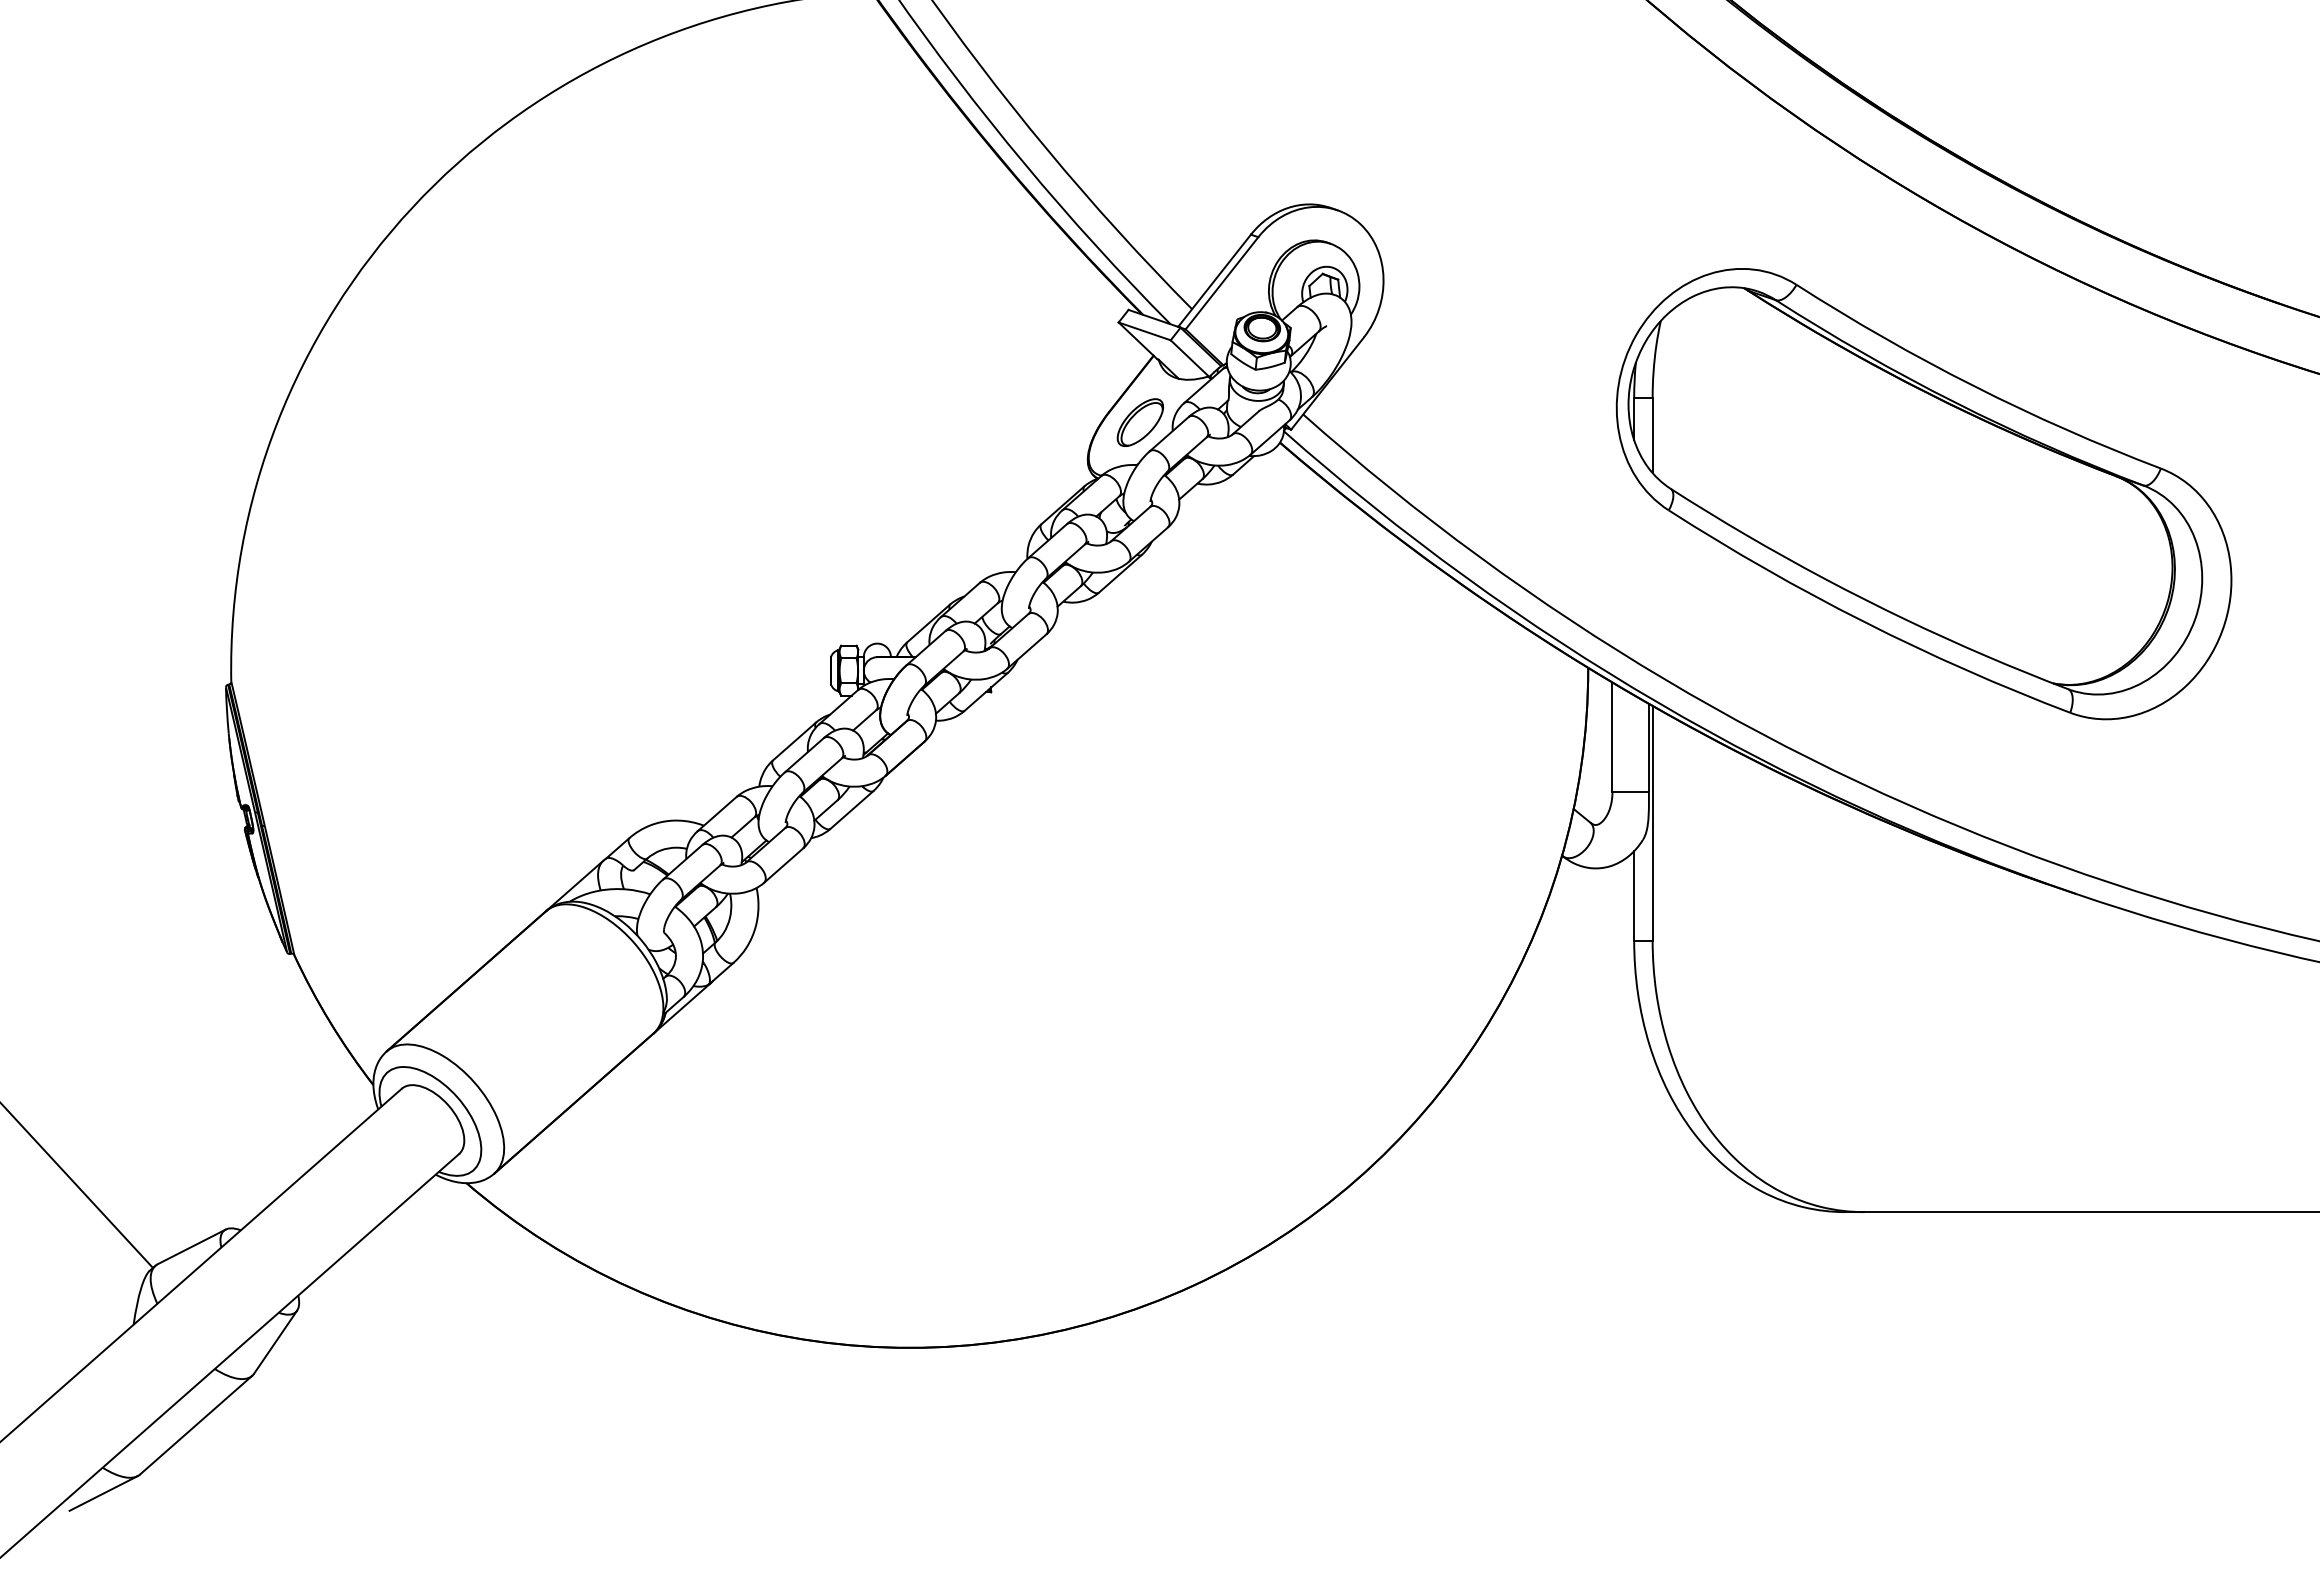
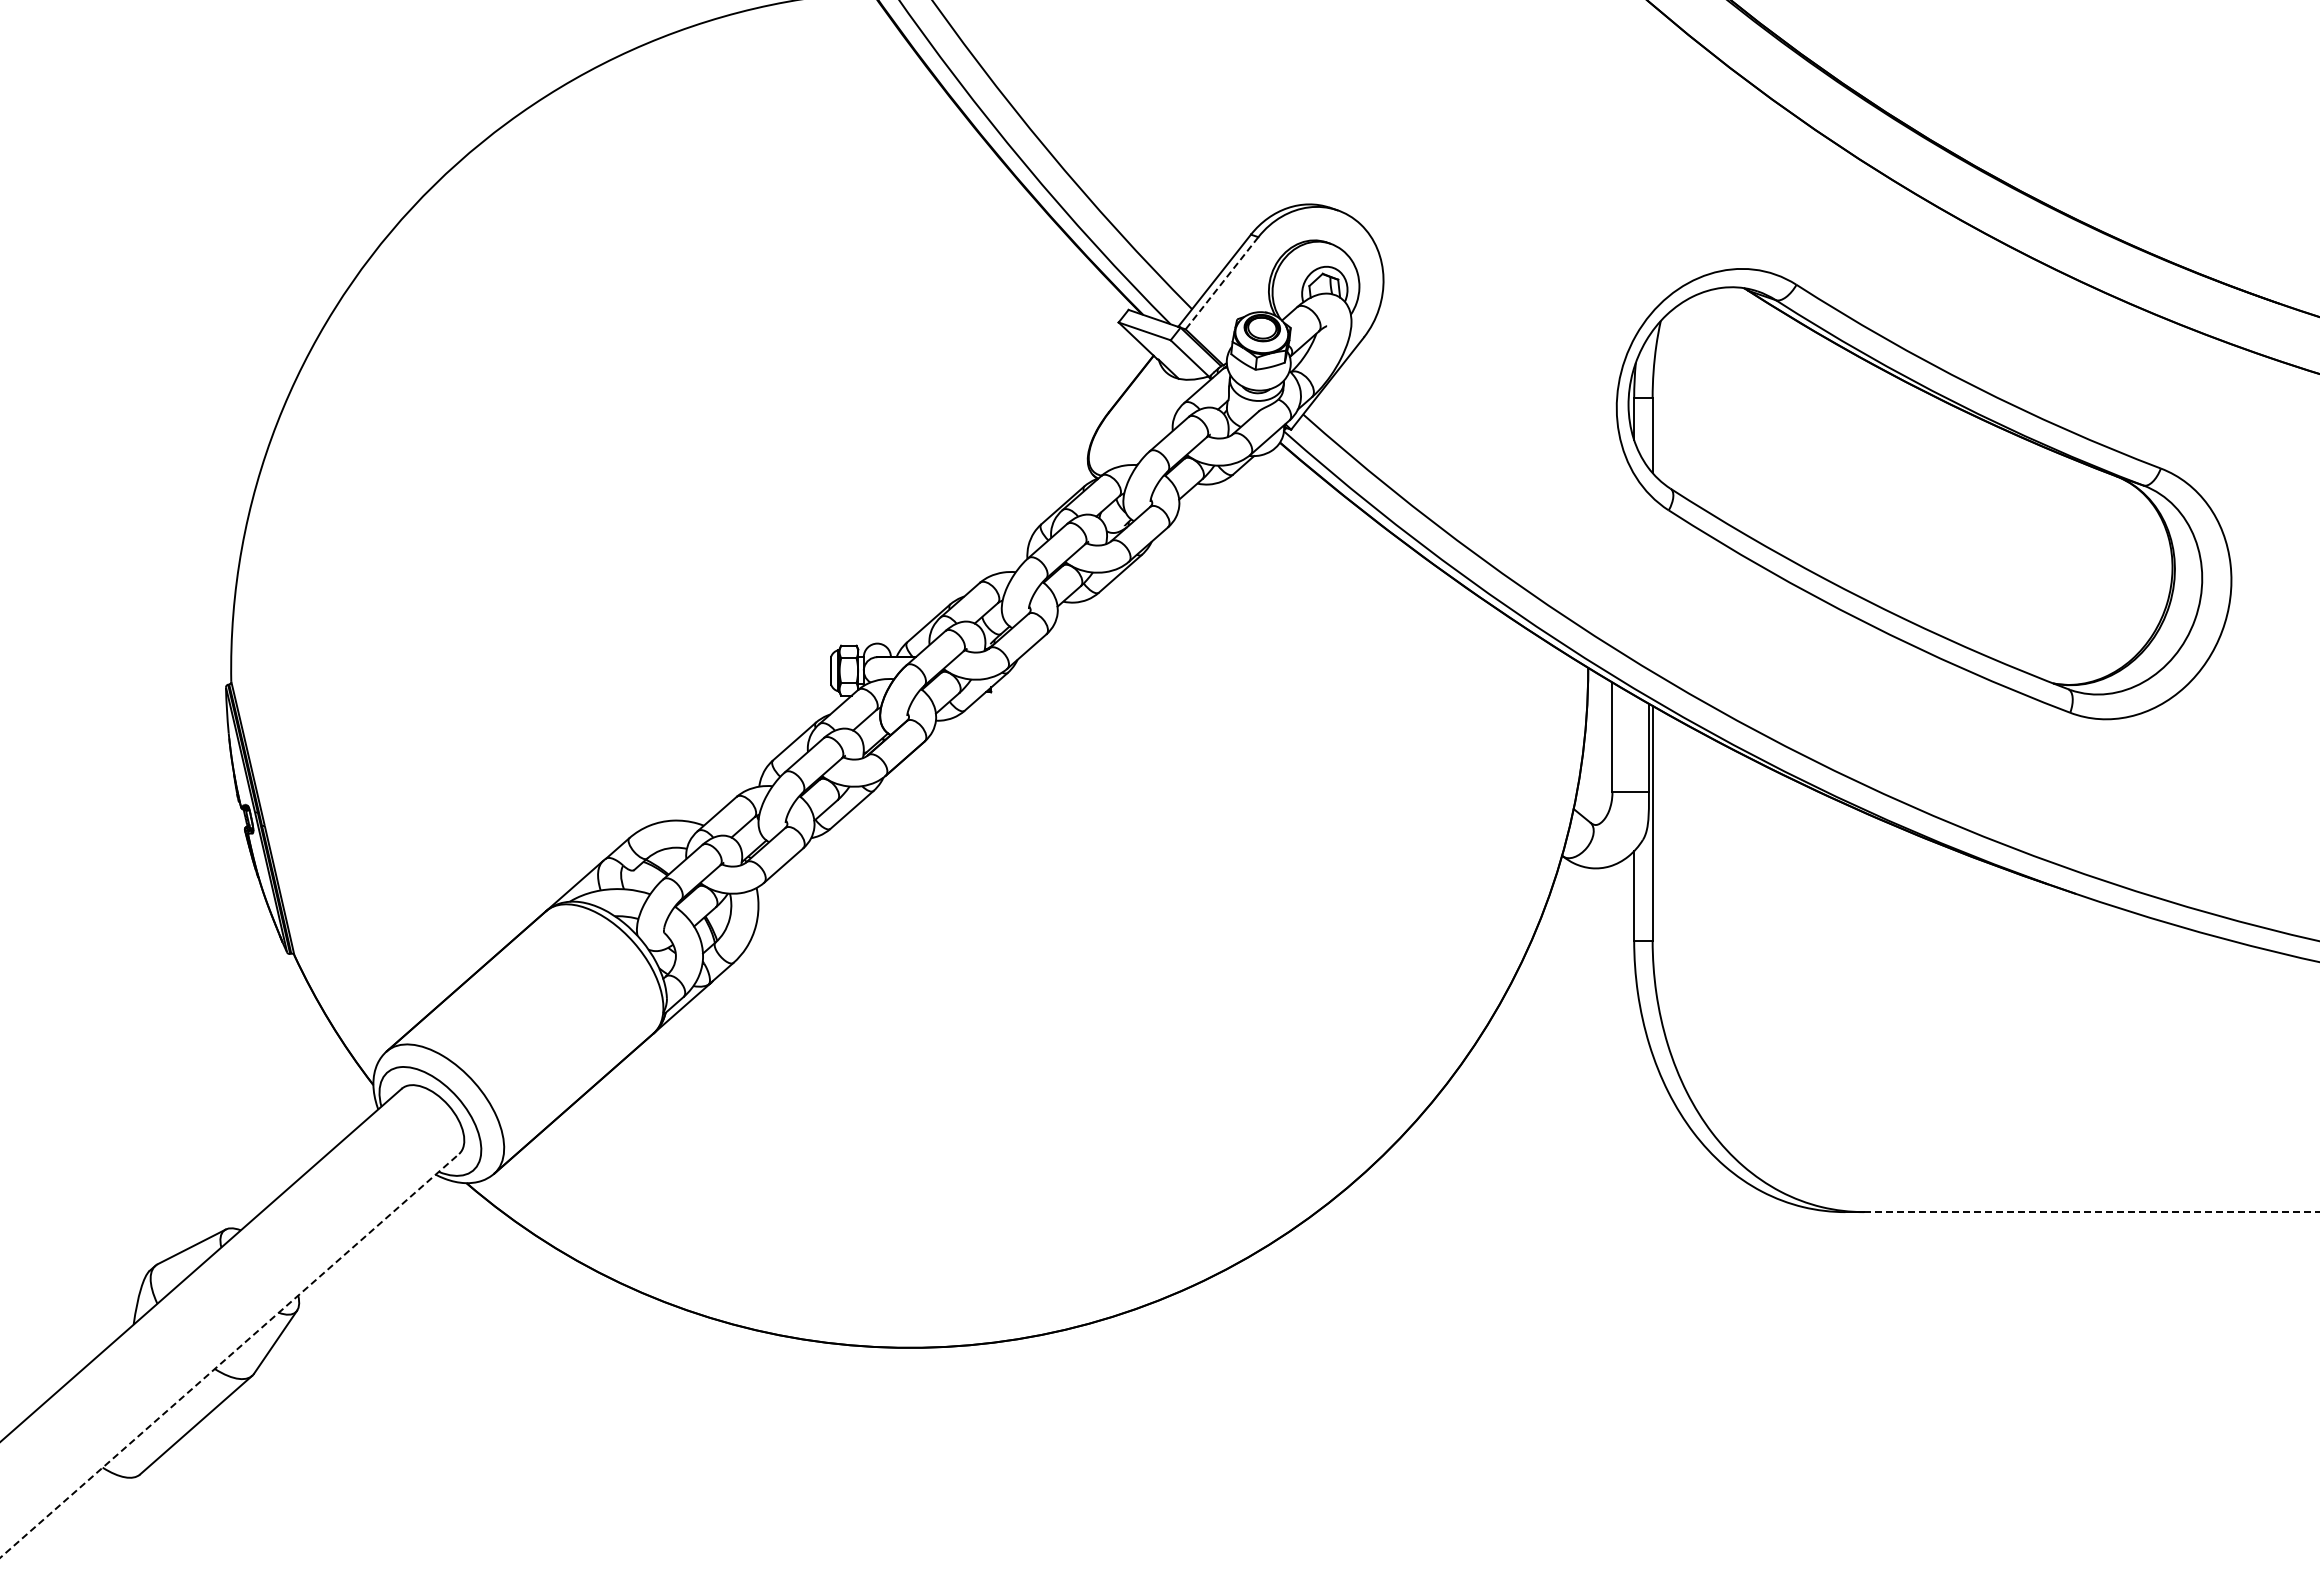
line at (1222, 283): solid -> dashed
part at (1140, 422): present -> none
line at (77, 1186): present -> none
line at (2092, 1212): solid -> dashed
line at (230, 1355): solid -> dashed
line at (103, 1493): present -> none
